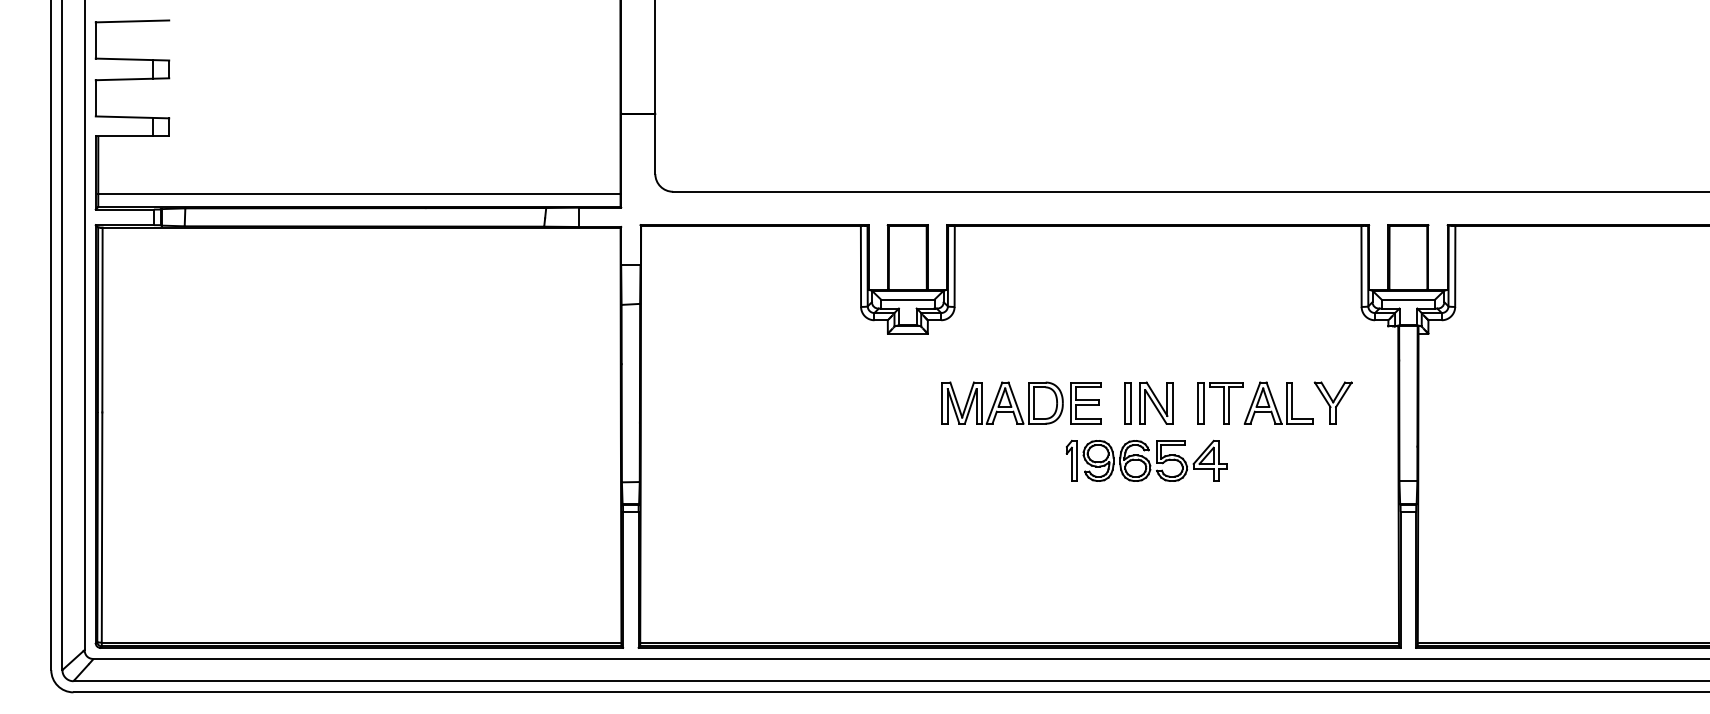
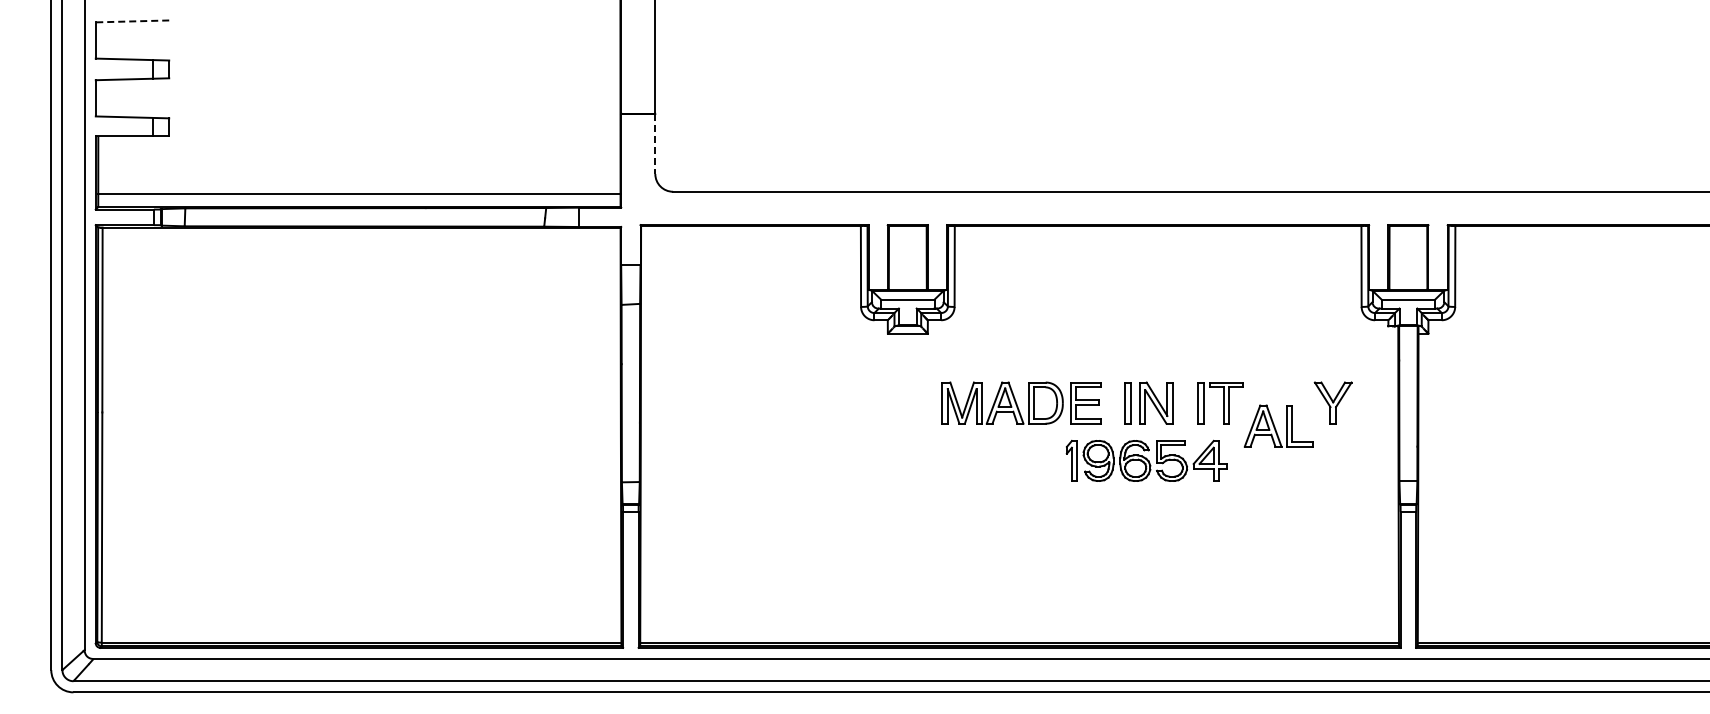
line at (132, 21): solid -> dashed
line at (655, 144): solid -> dashed
part at (1278, 402) position: (1278, 402) -> (1278, 425)
